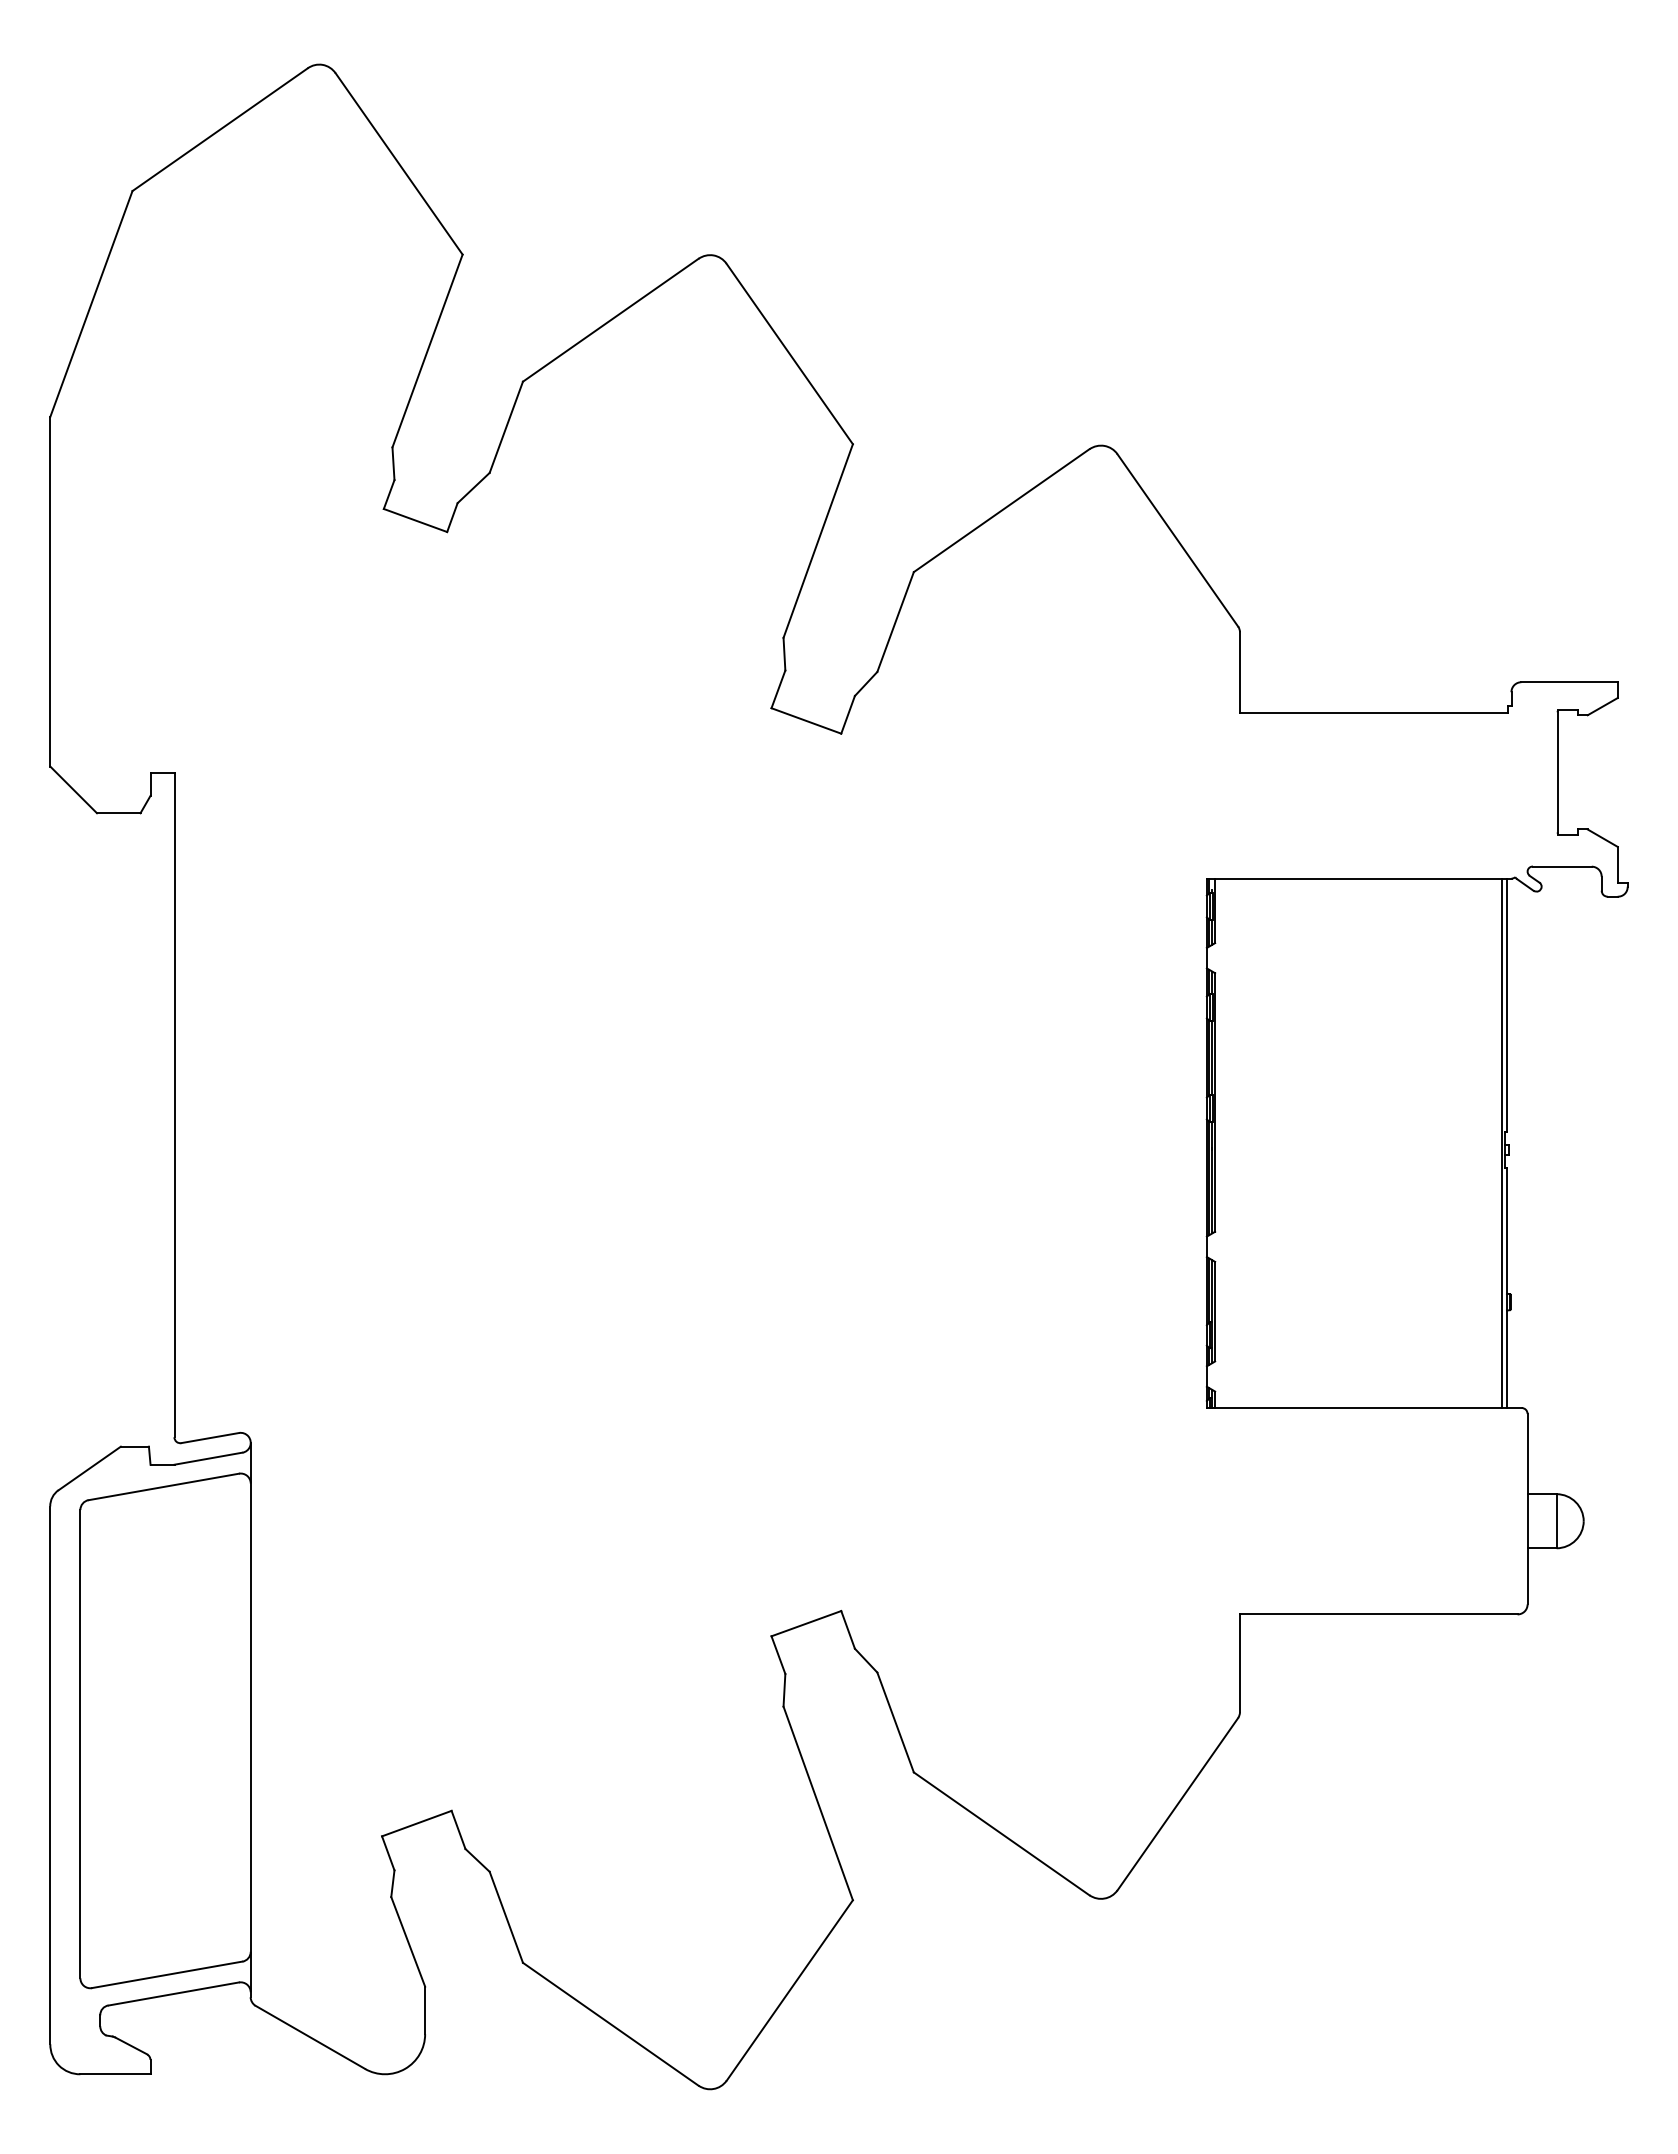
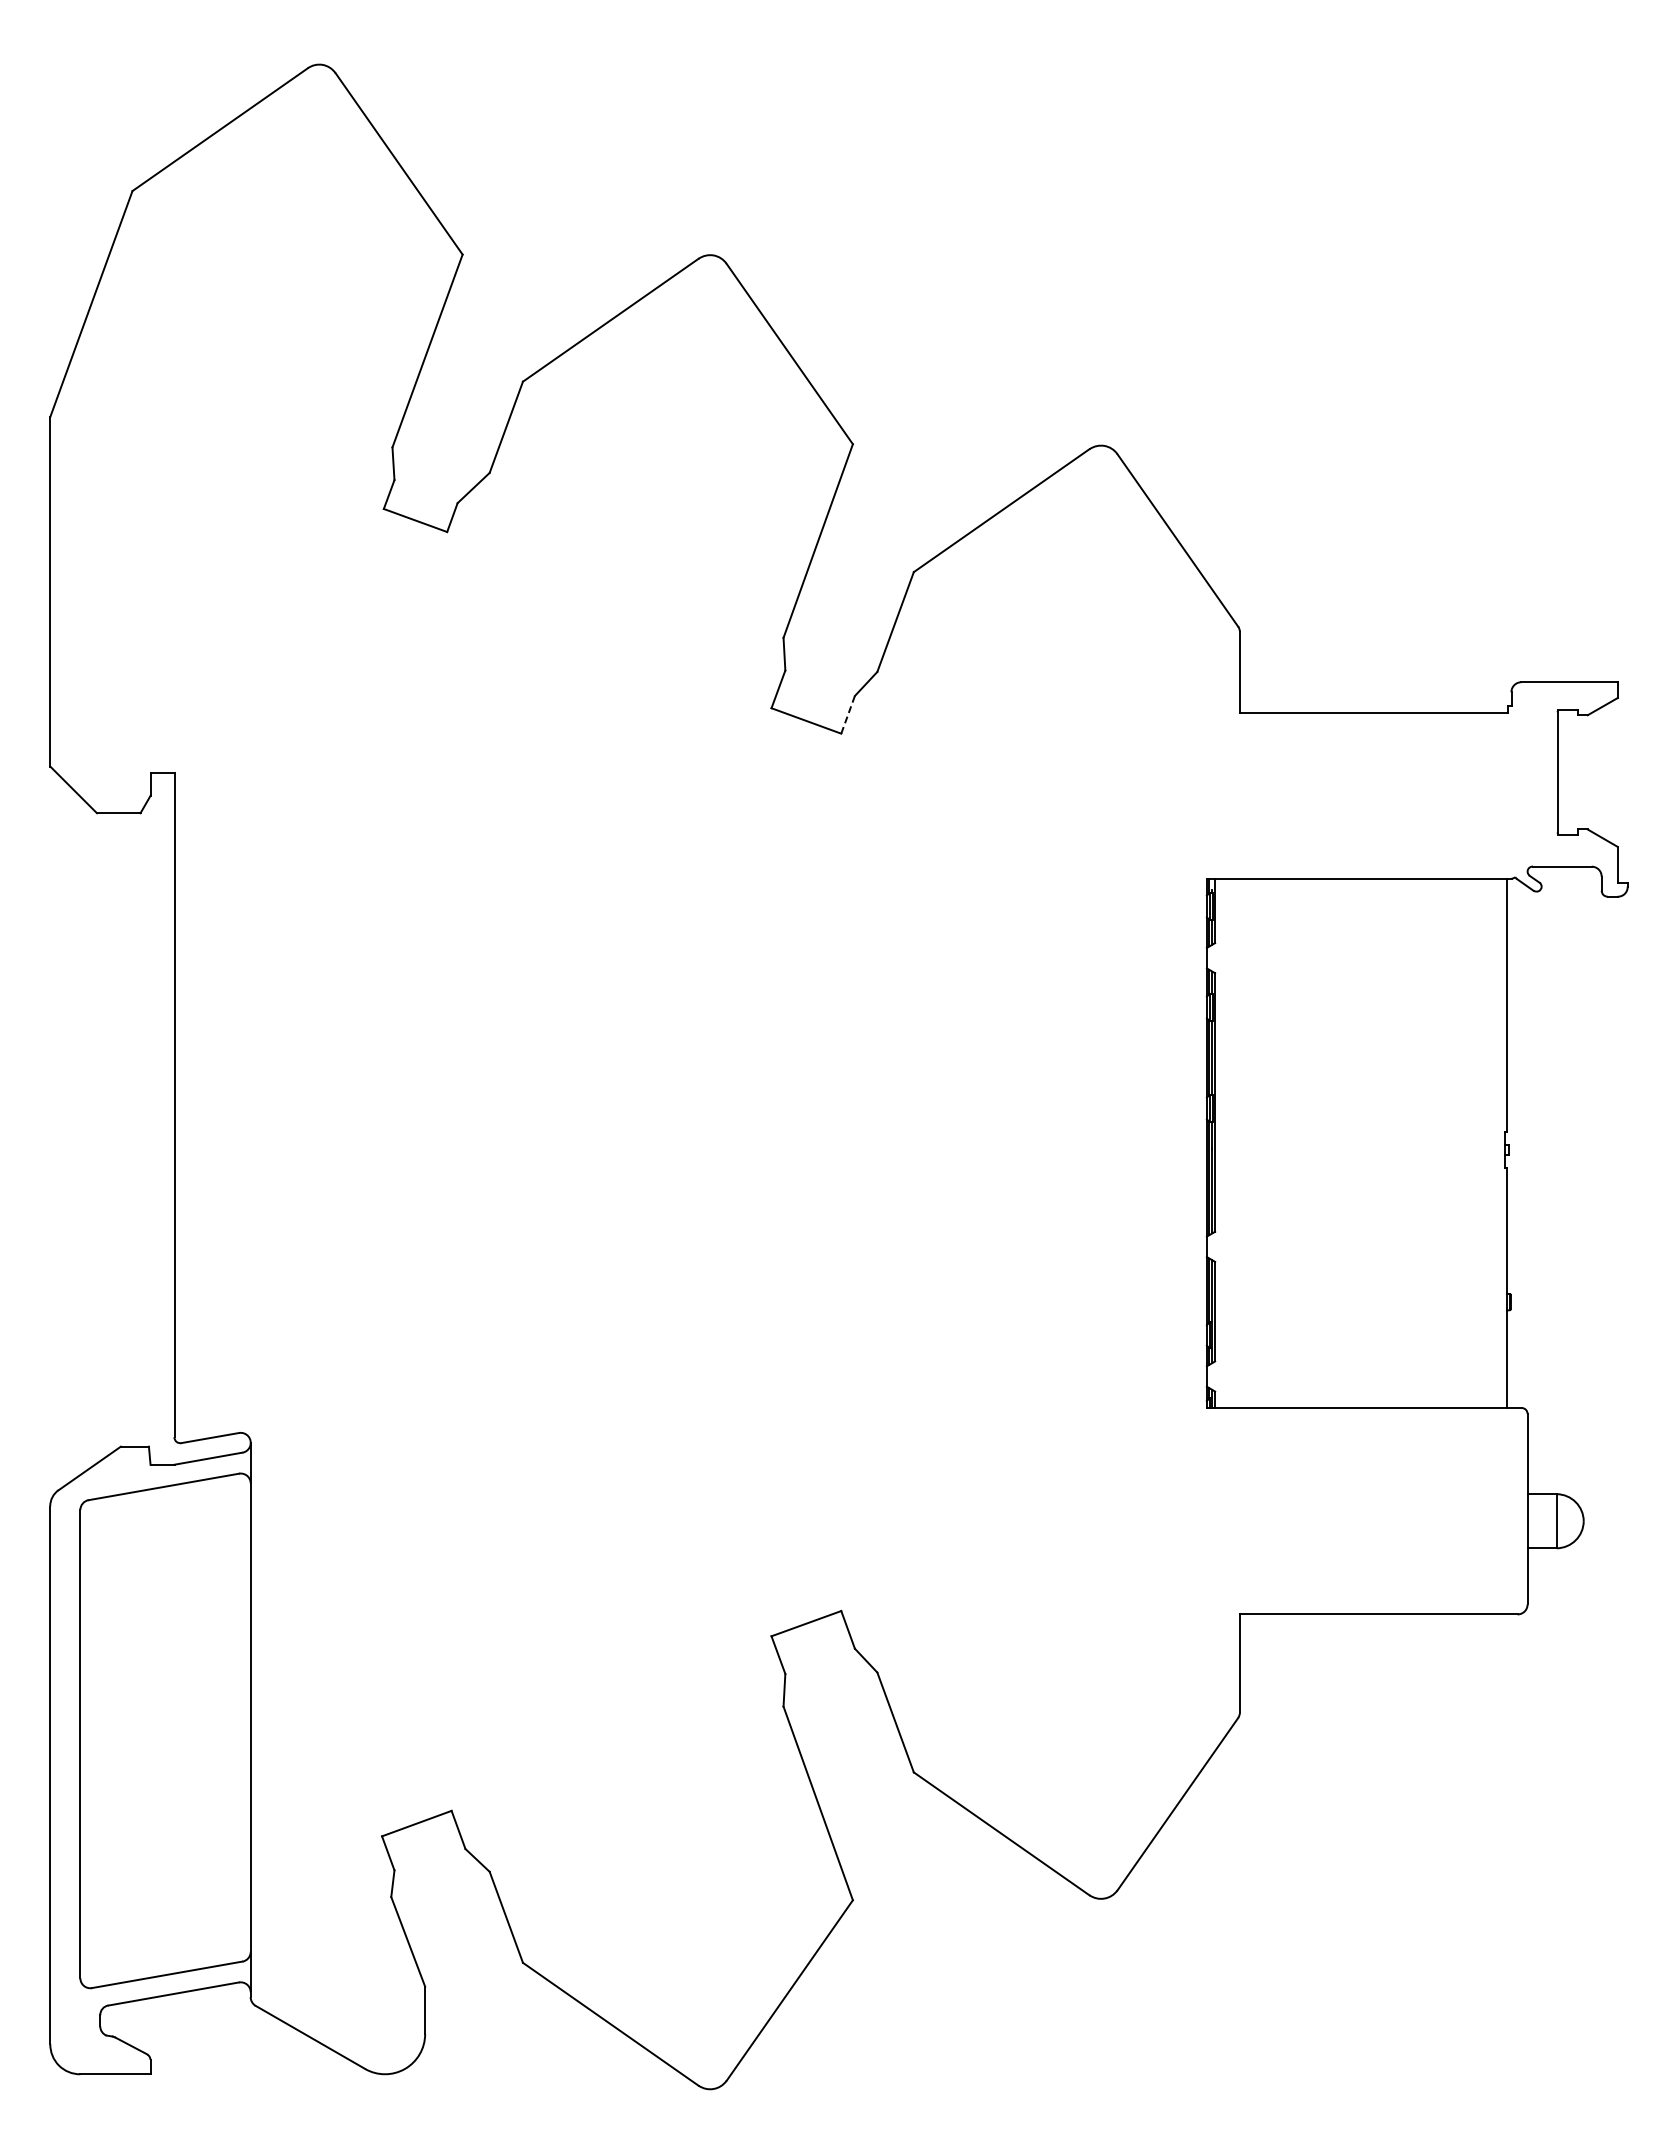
line at (847, 715): solid -> dashed
line at (1501, 1142): present -> none
